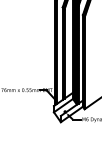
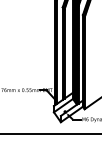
line at (50, 133): none -> present
